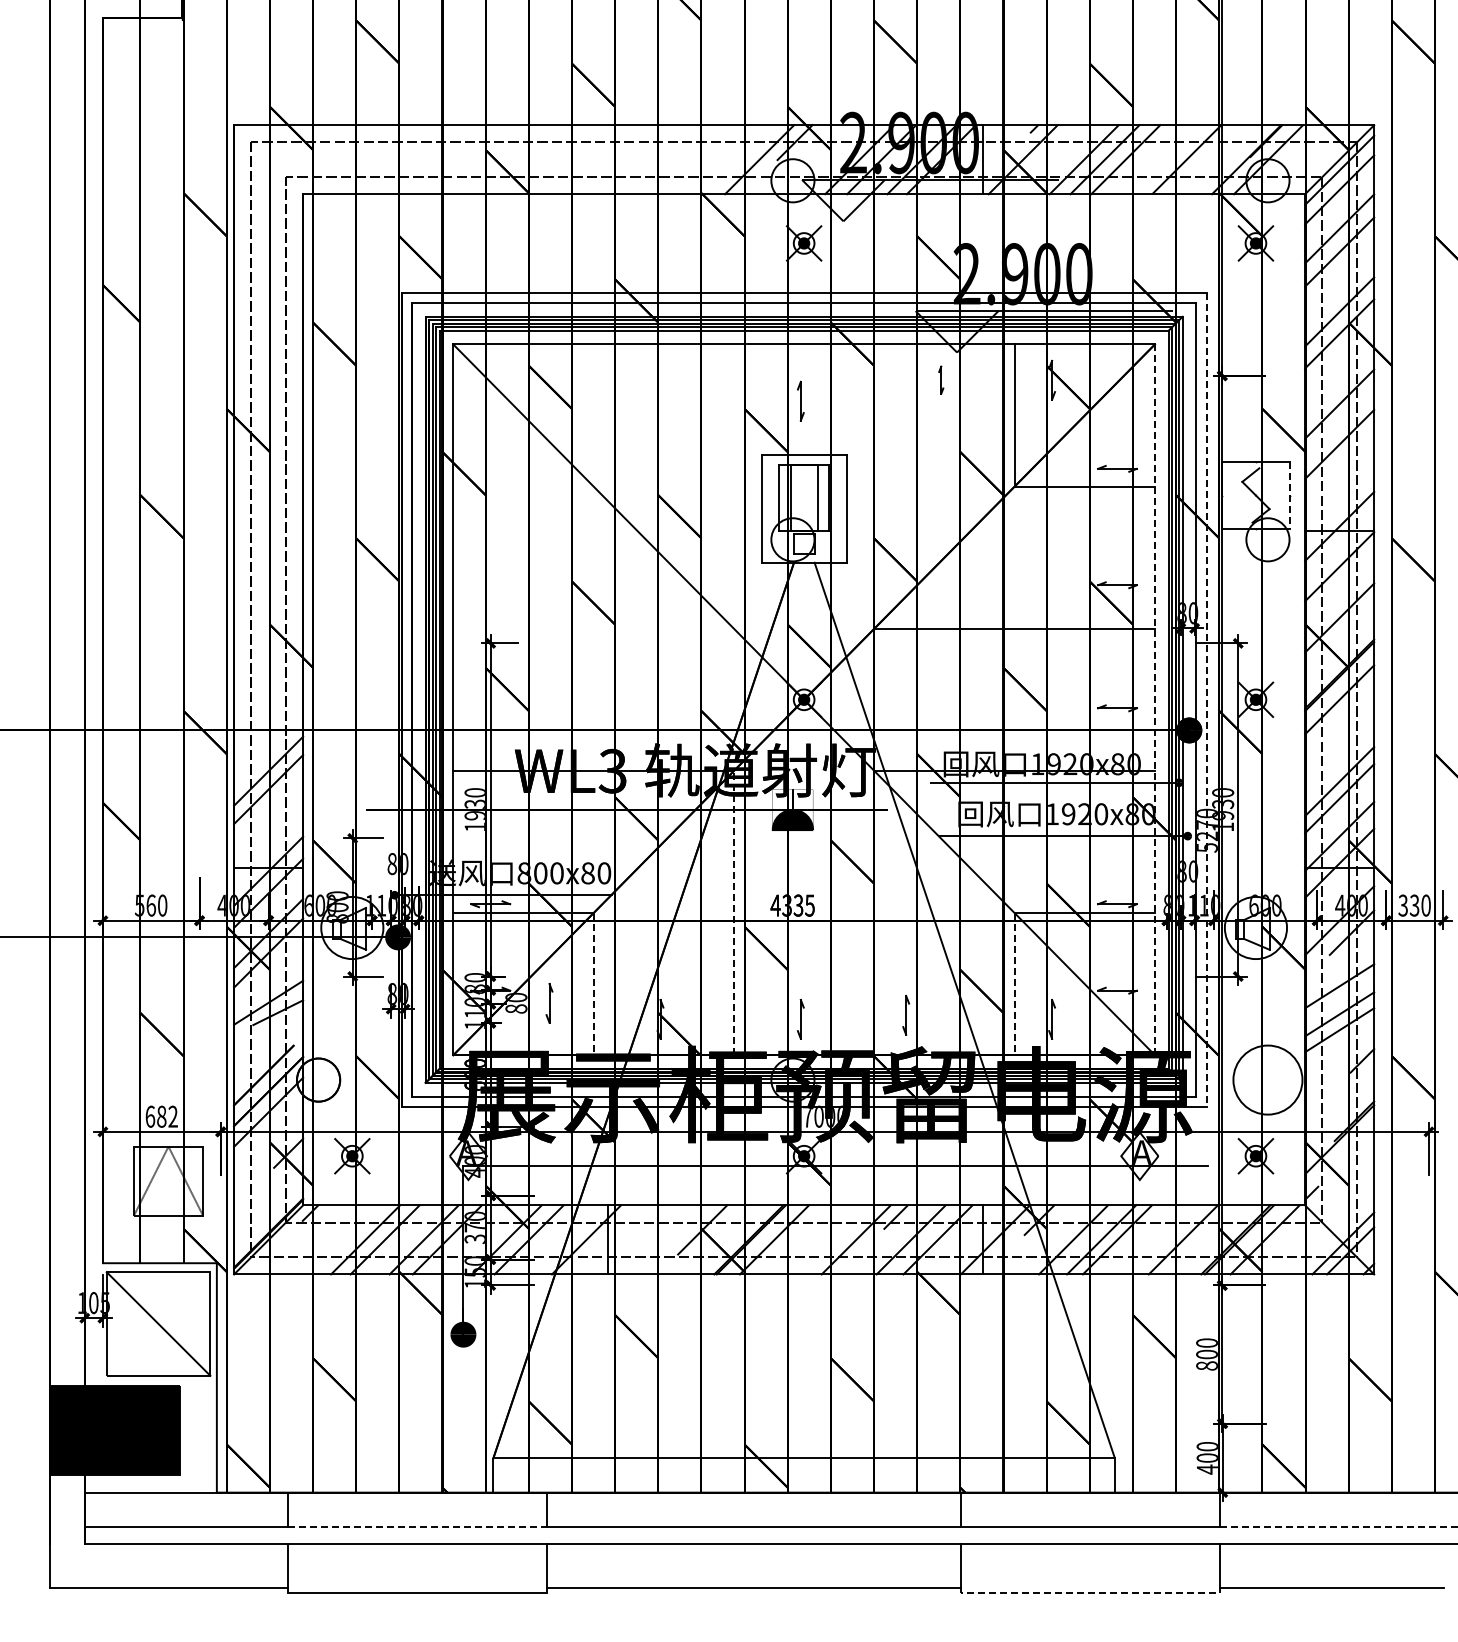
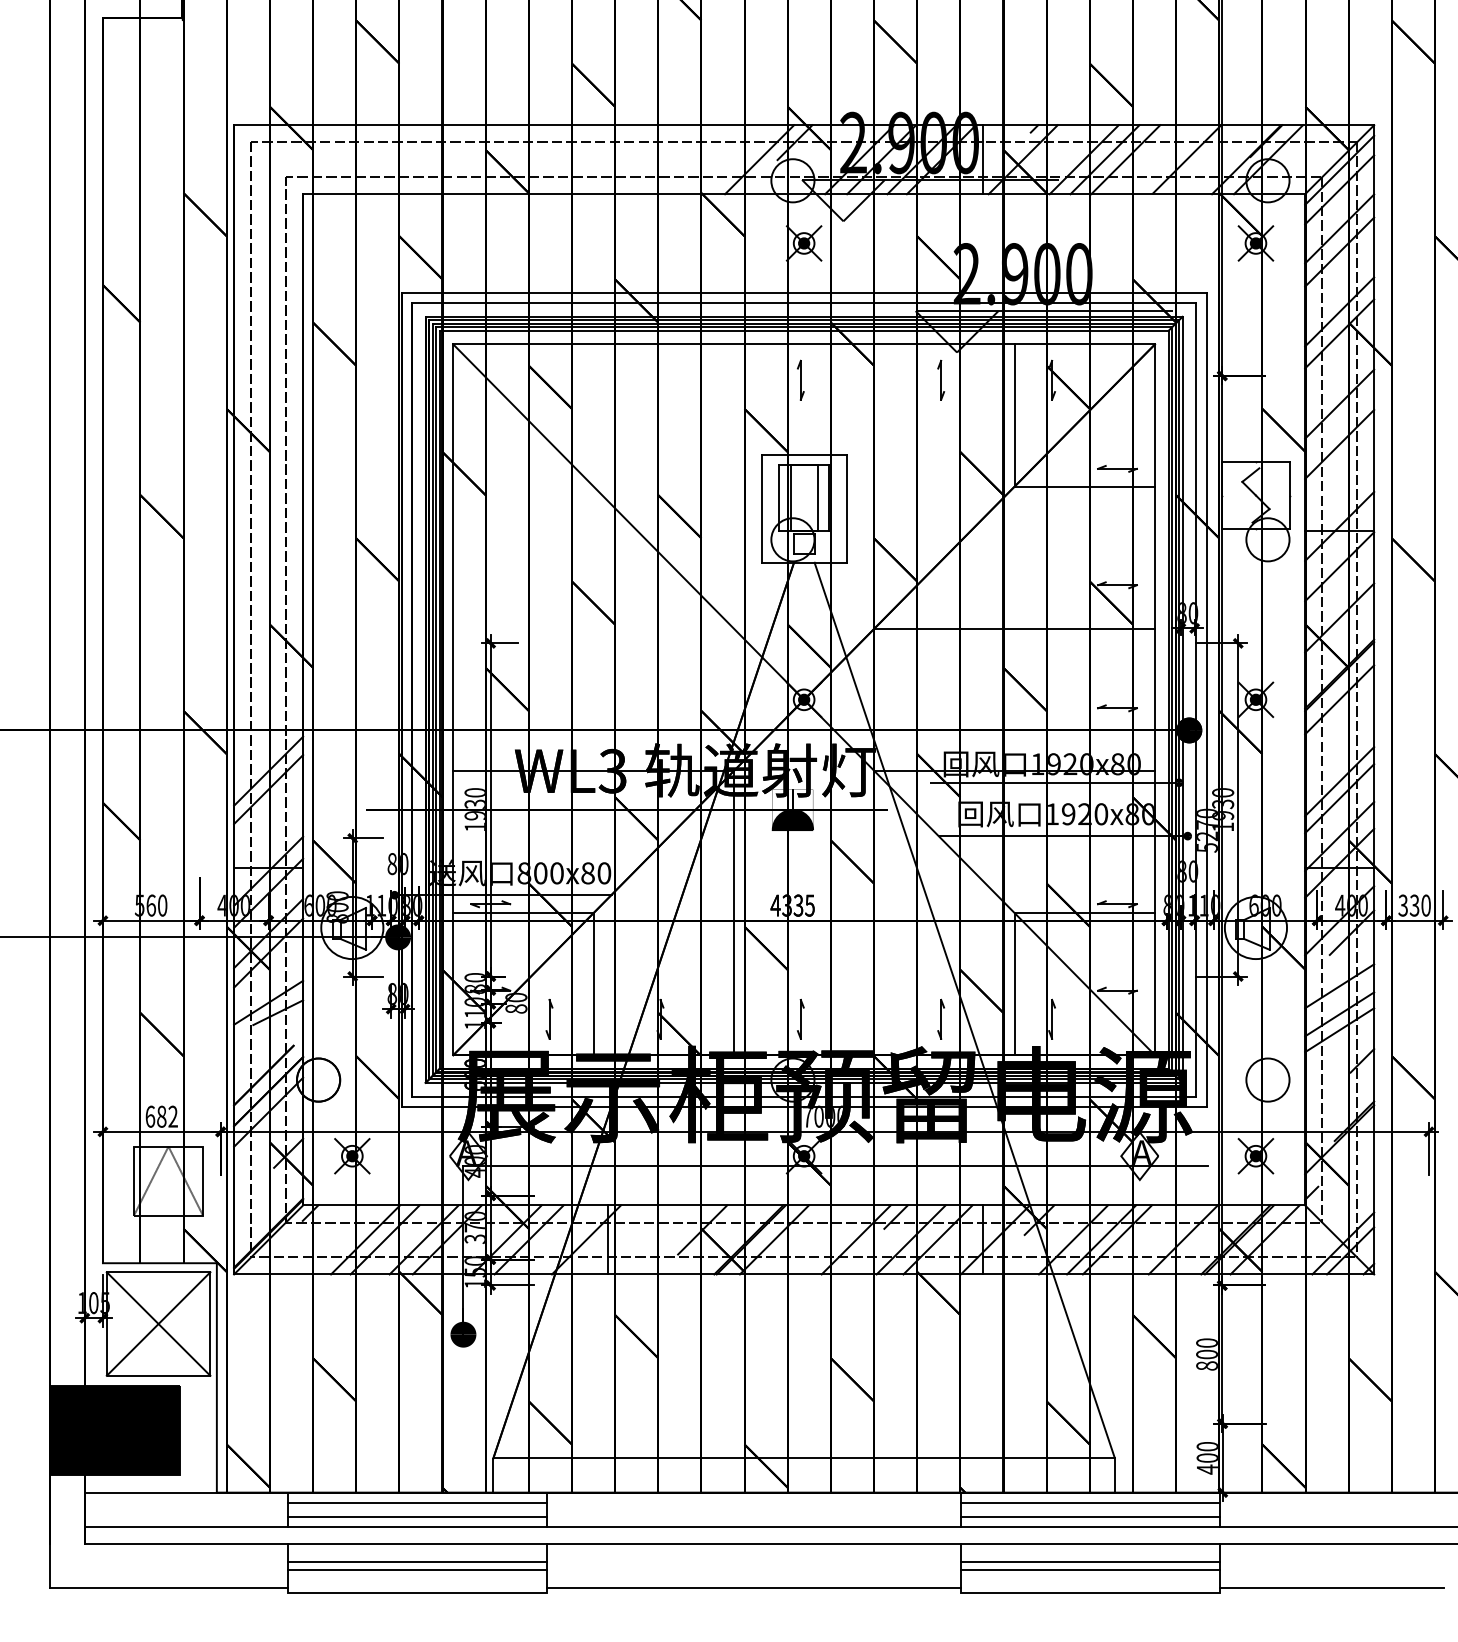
part at (941, 379) size: 7x30 px -> 9x42 px
part at (800, 400) position: (800, 400) -> (800, 379)
line at (1289, 495): dashed -> solid
line at (1154, 700): dashed -> solid
line at (1206, 700): dashed -> solid
line at (733, 912): dashed -> solid
line at (593, 984): dashed -> solid
line at (1014, 984): dashed -> solid
part at (549, 1003) position: (549, 1003) -> (549, 1019)
part at (905, 1014) position: (905, 1014) -> (940, 1018)
circle at (1267, 1079) diameter: 69 px -> 43 px
line at (158, 1323): none -> present
line at (416, 1502): none -> present
line at (1089, 1502): none -> present
line at (416, 1516): none -> present
line at (1089, 1516): none -> present
line at (417, 1527): dashed -> solid
line at (1338, 1527): dashed -> solid
line at (416, 1561): none -> present
line at (1089, 1561): none -> present
line at (416, 1570): none -> present
line at (1089, 1570): none -> present
line at (1090, 1592): dashed -> solid
